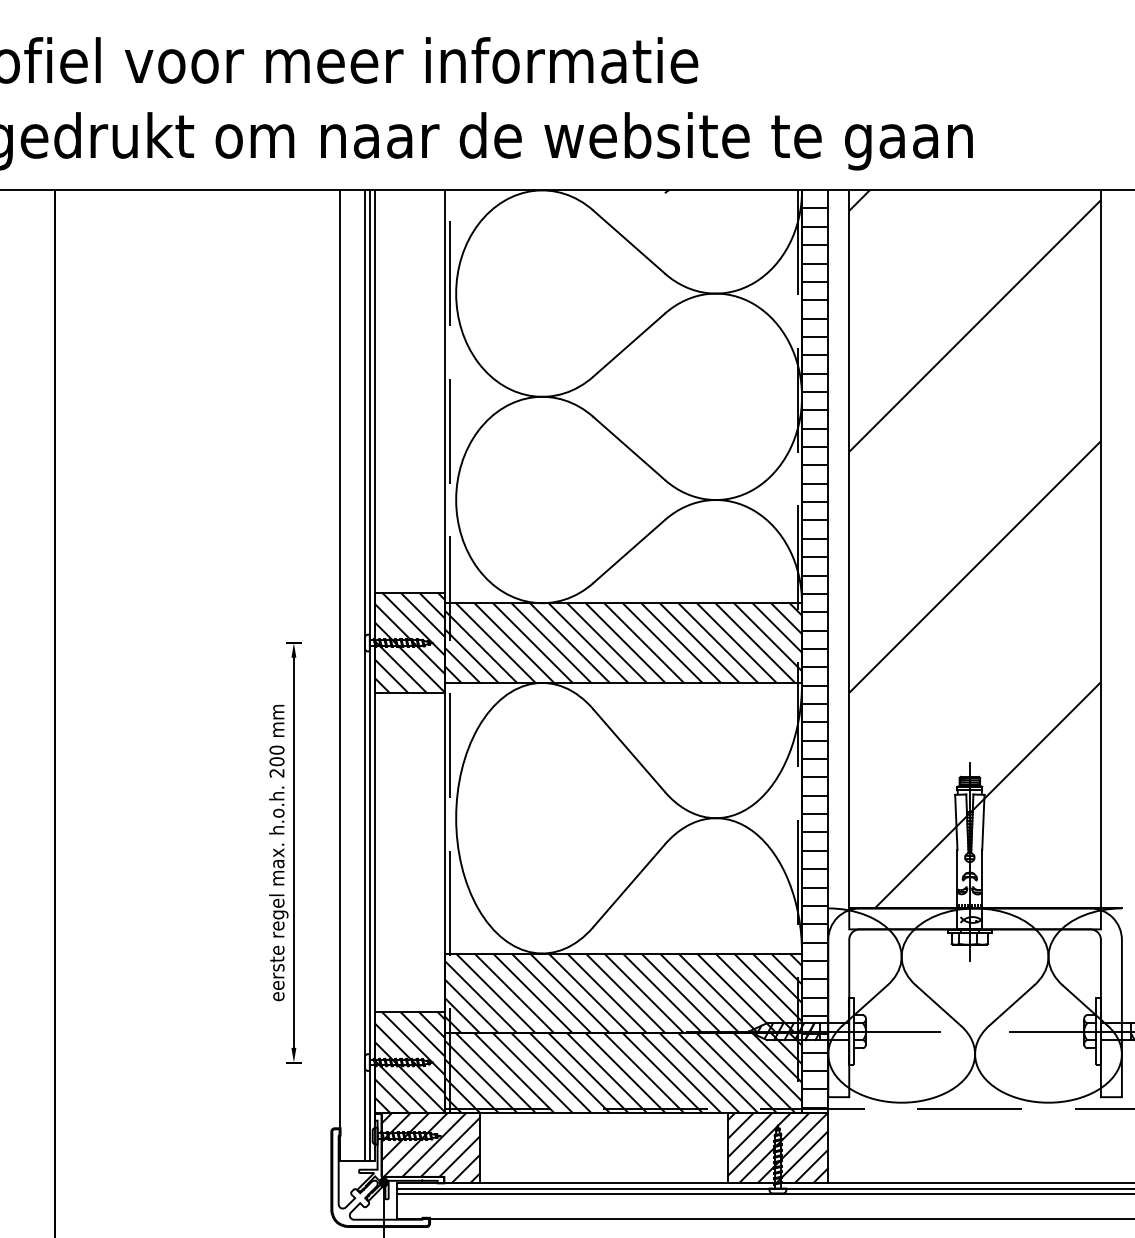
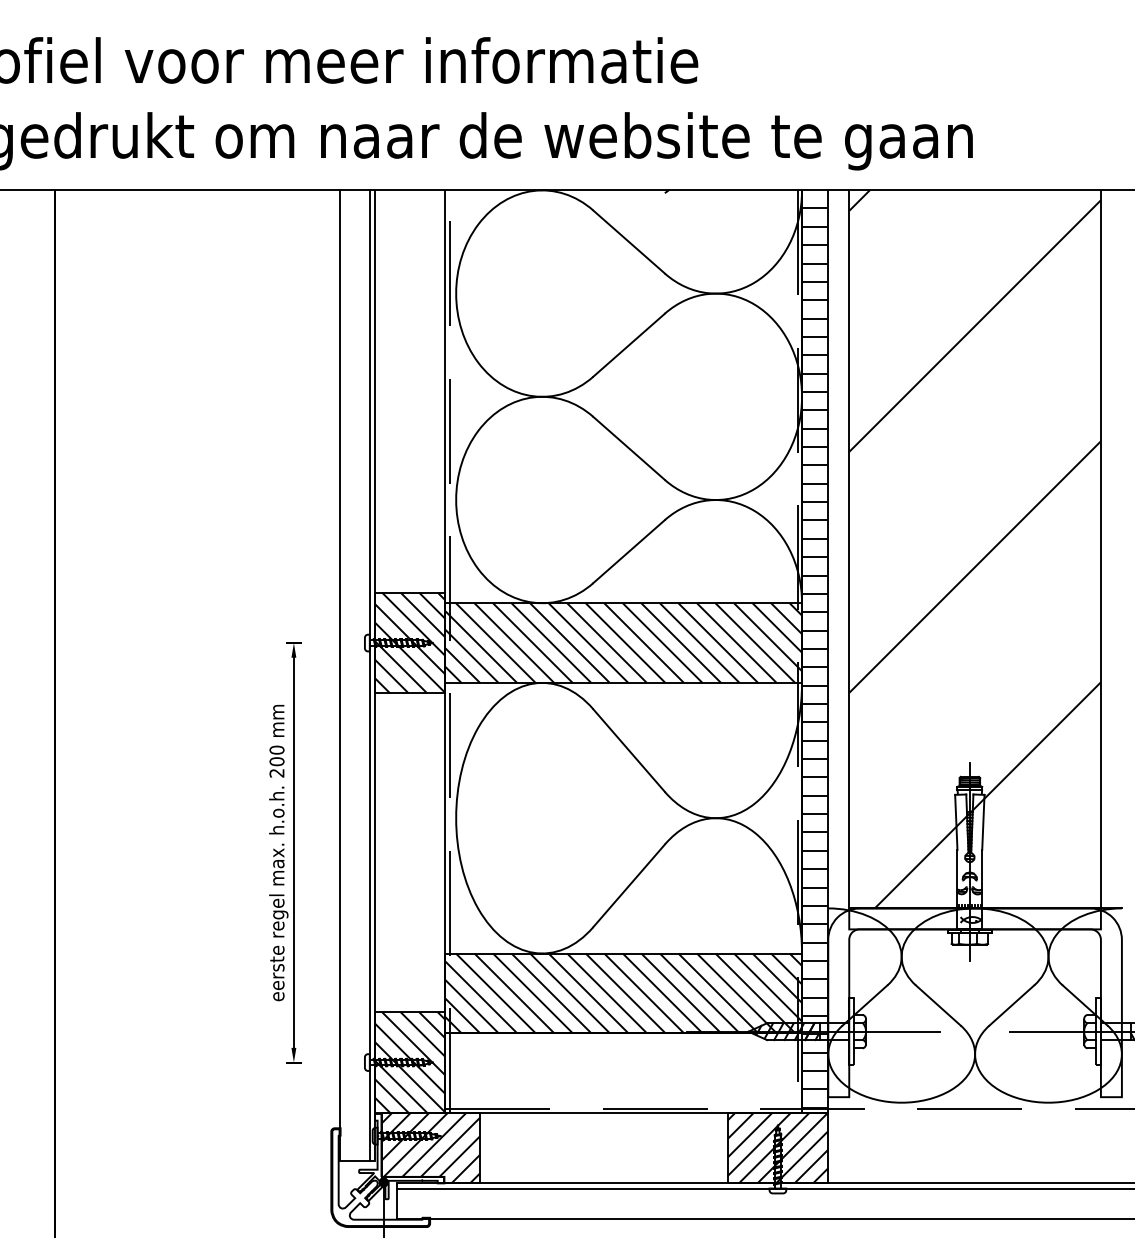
line at (364, 675): present -> none
hatch at (623, 1072): present -> none
line at (764, 1193): present -> none
